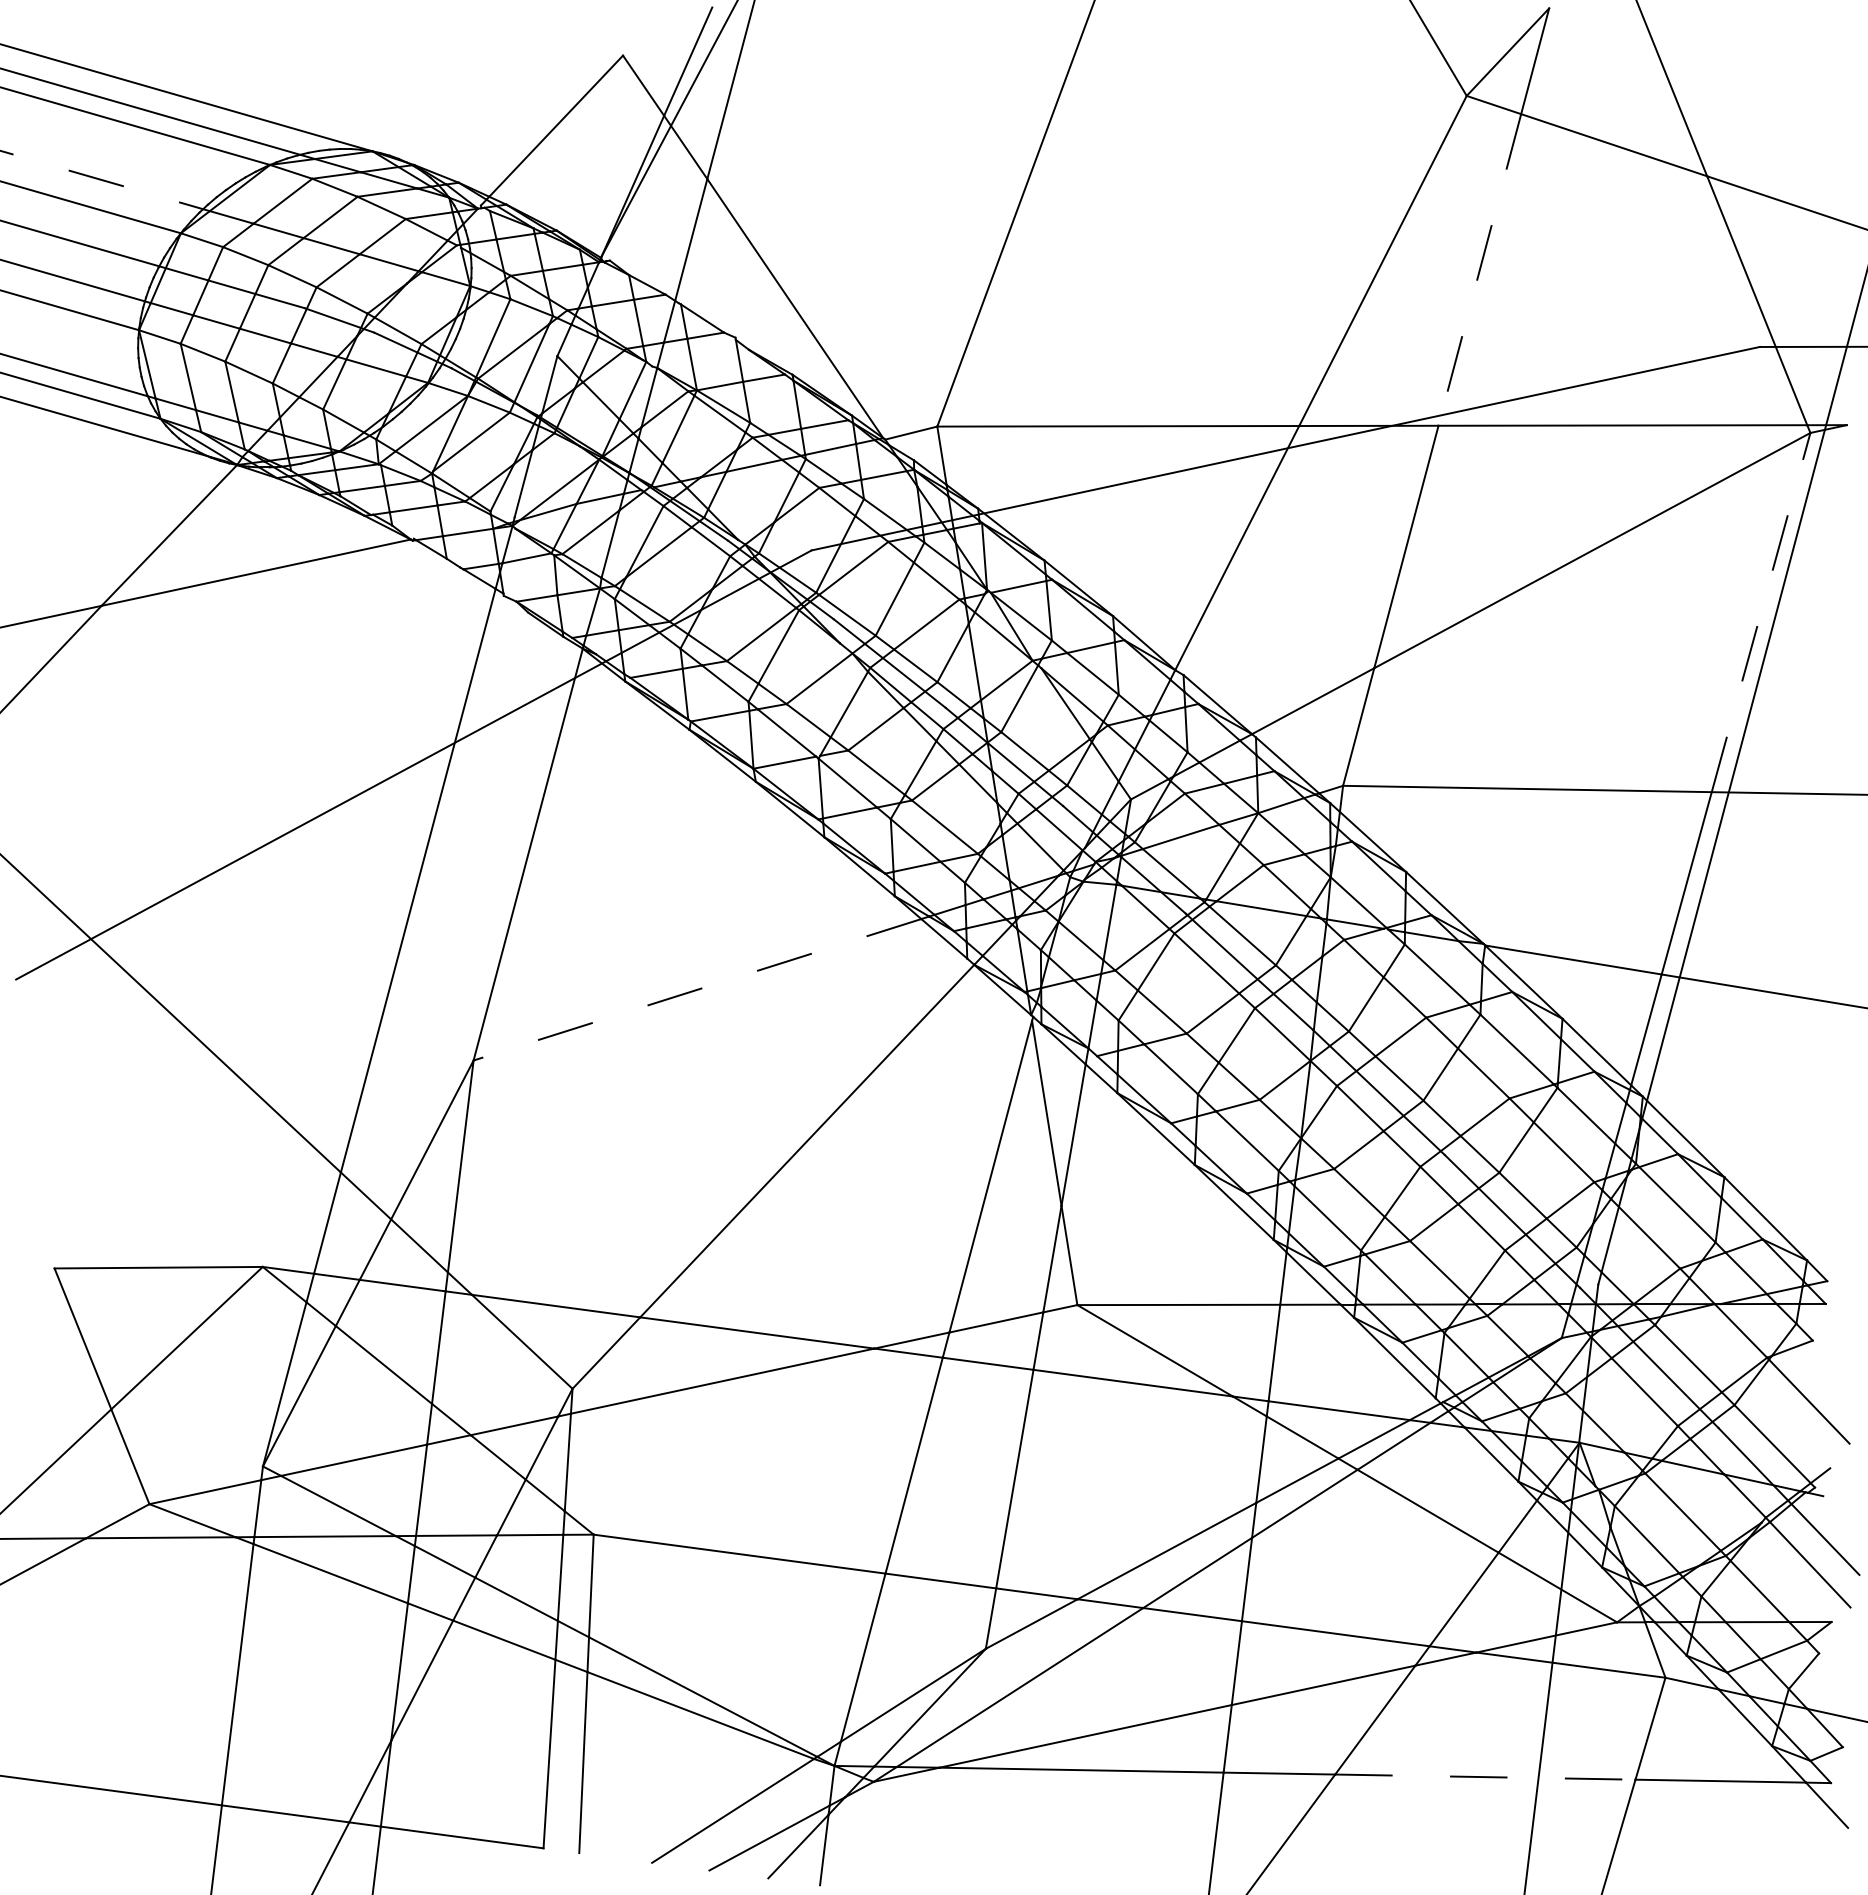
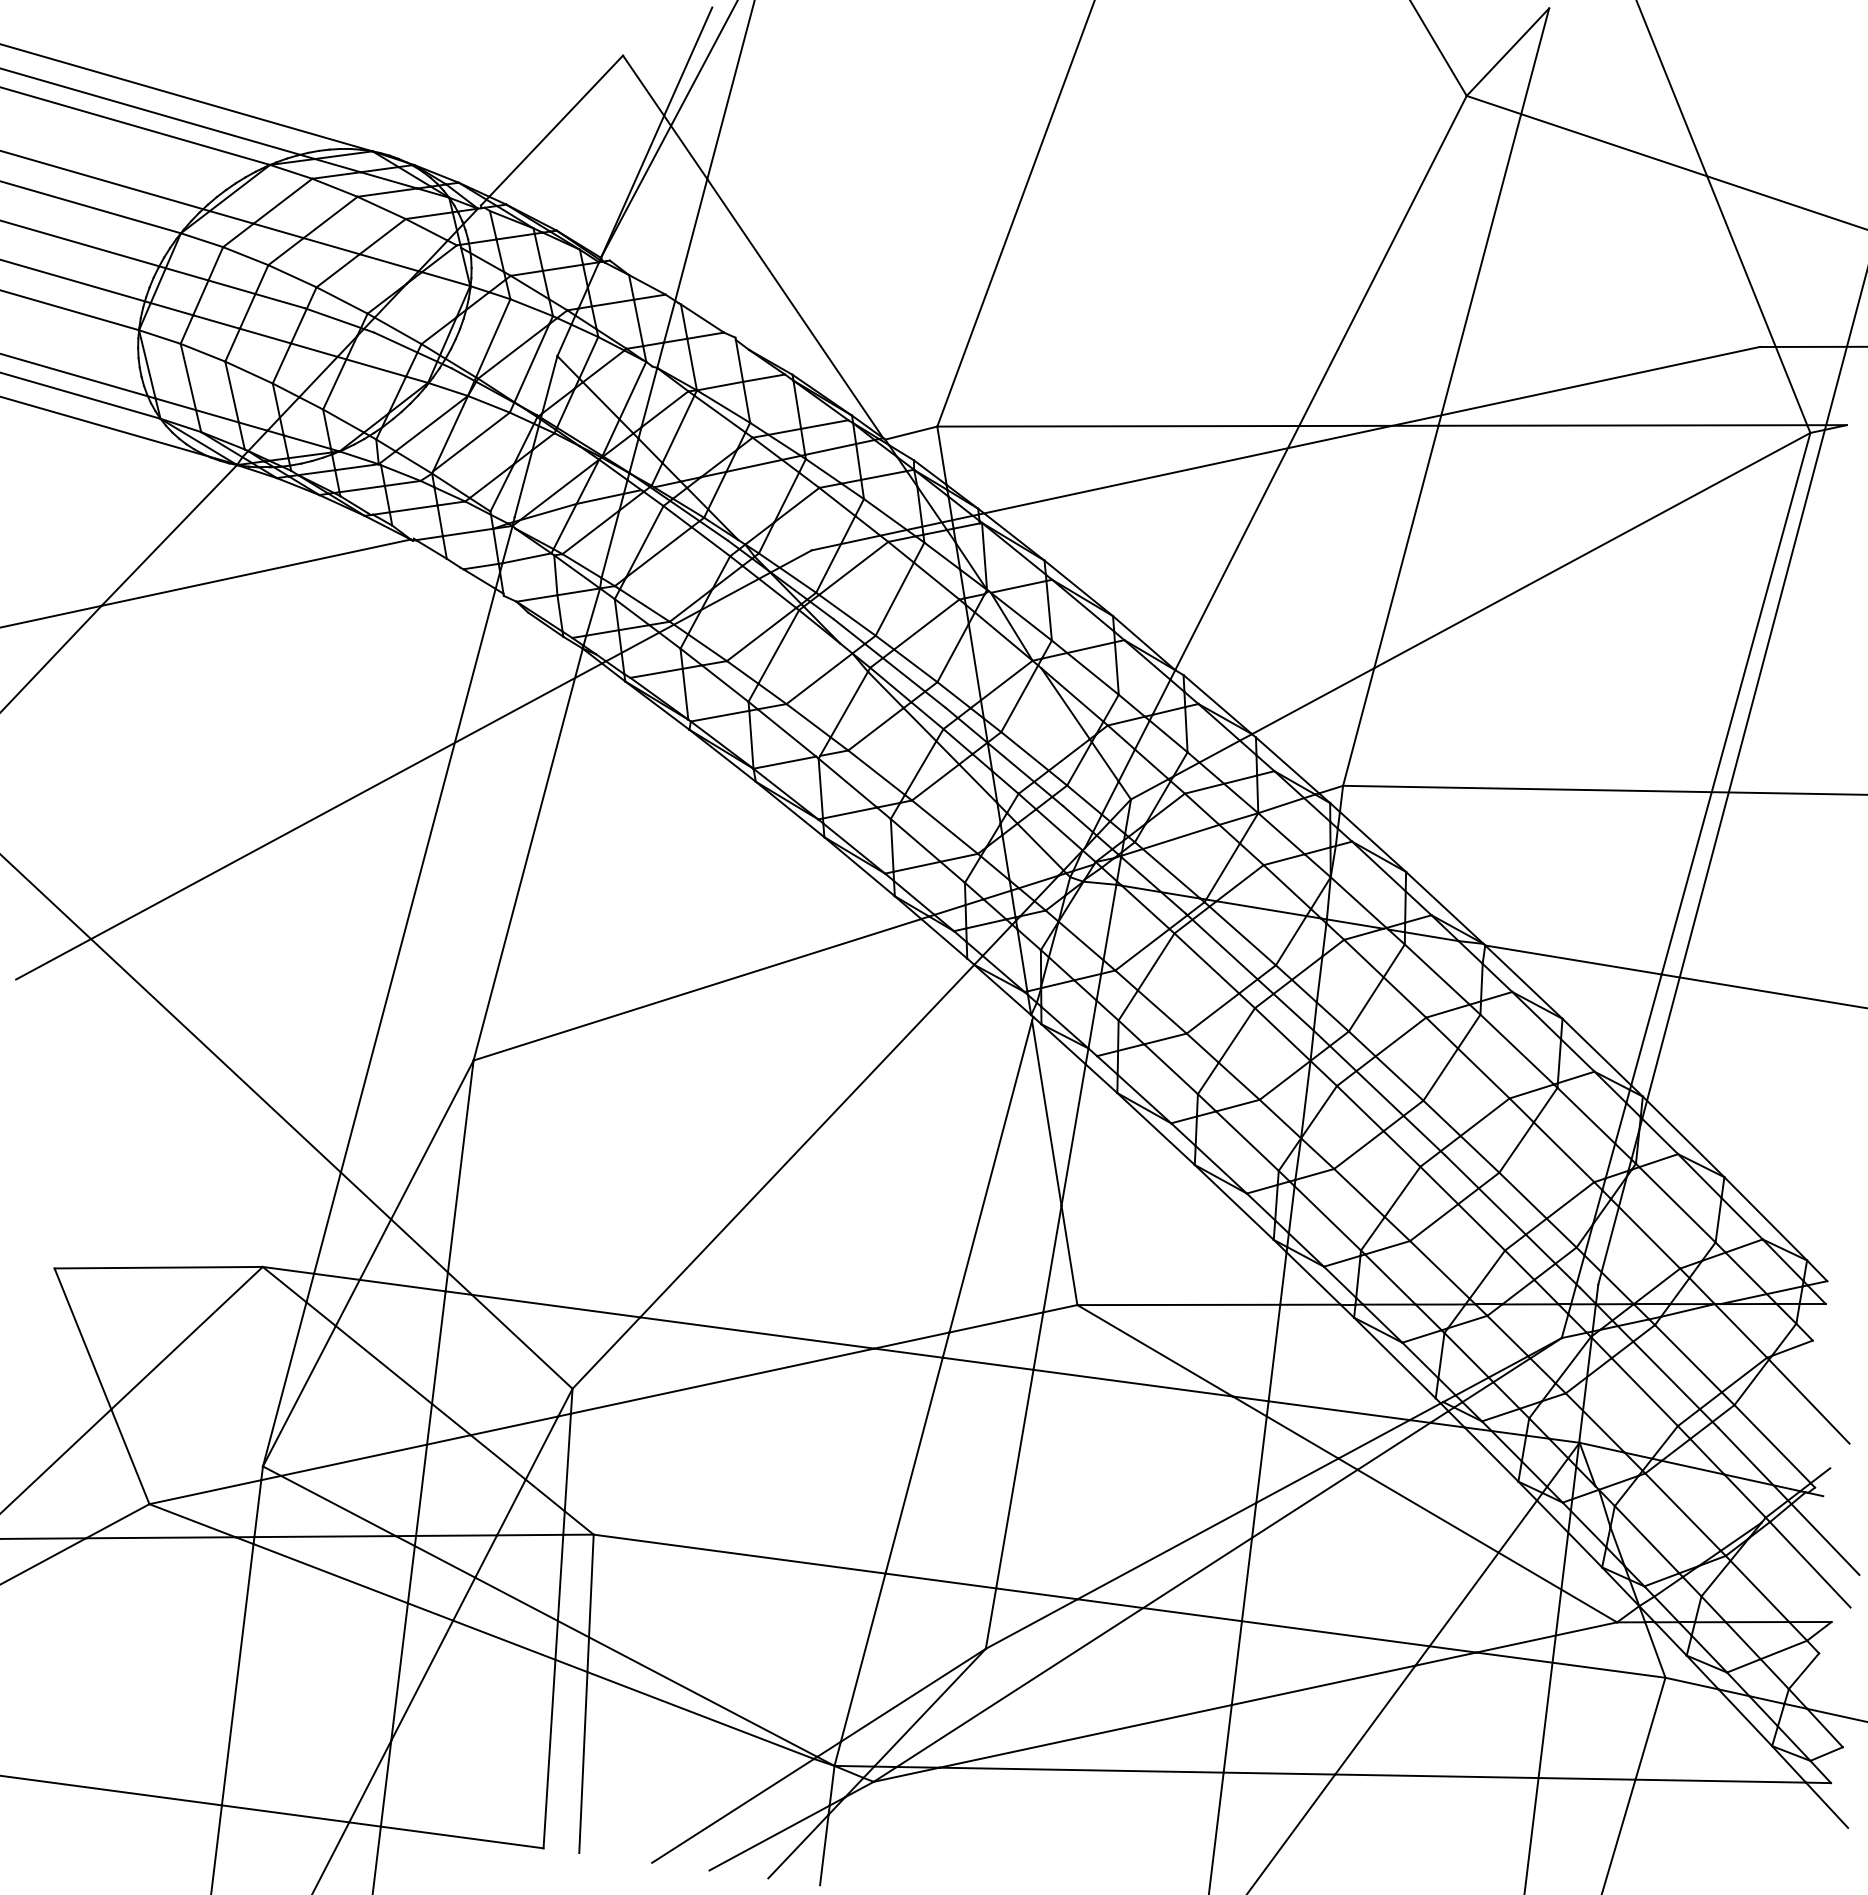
line at (105, 181): dashed -> solid
line at (1479, 270): dashed -> solid
line at (1761, 612): dashed -> solid
line at (697, 989): dashed -> solid
line at (1485, 1777): dashed -> solid
